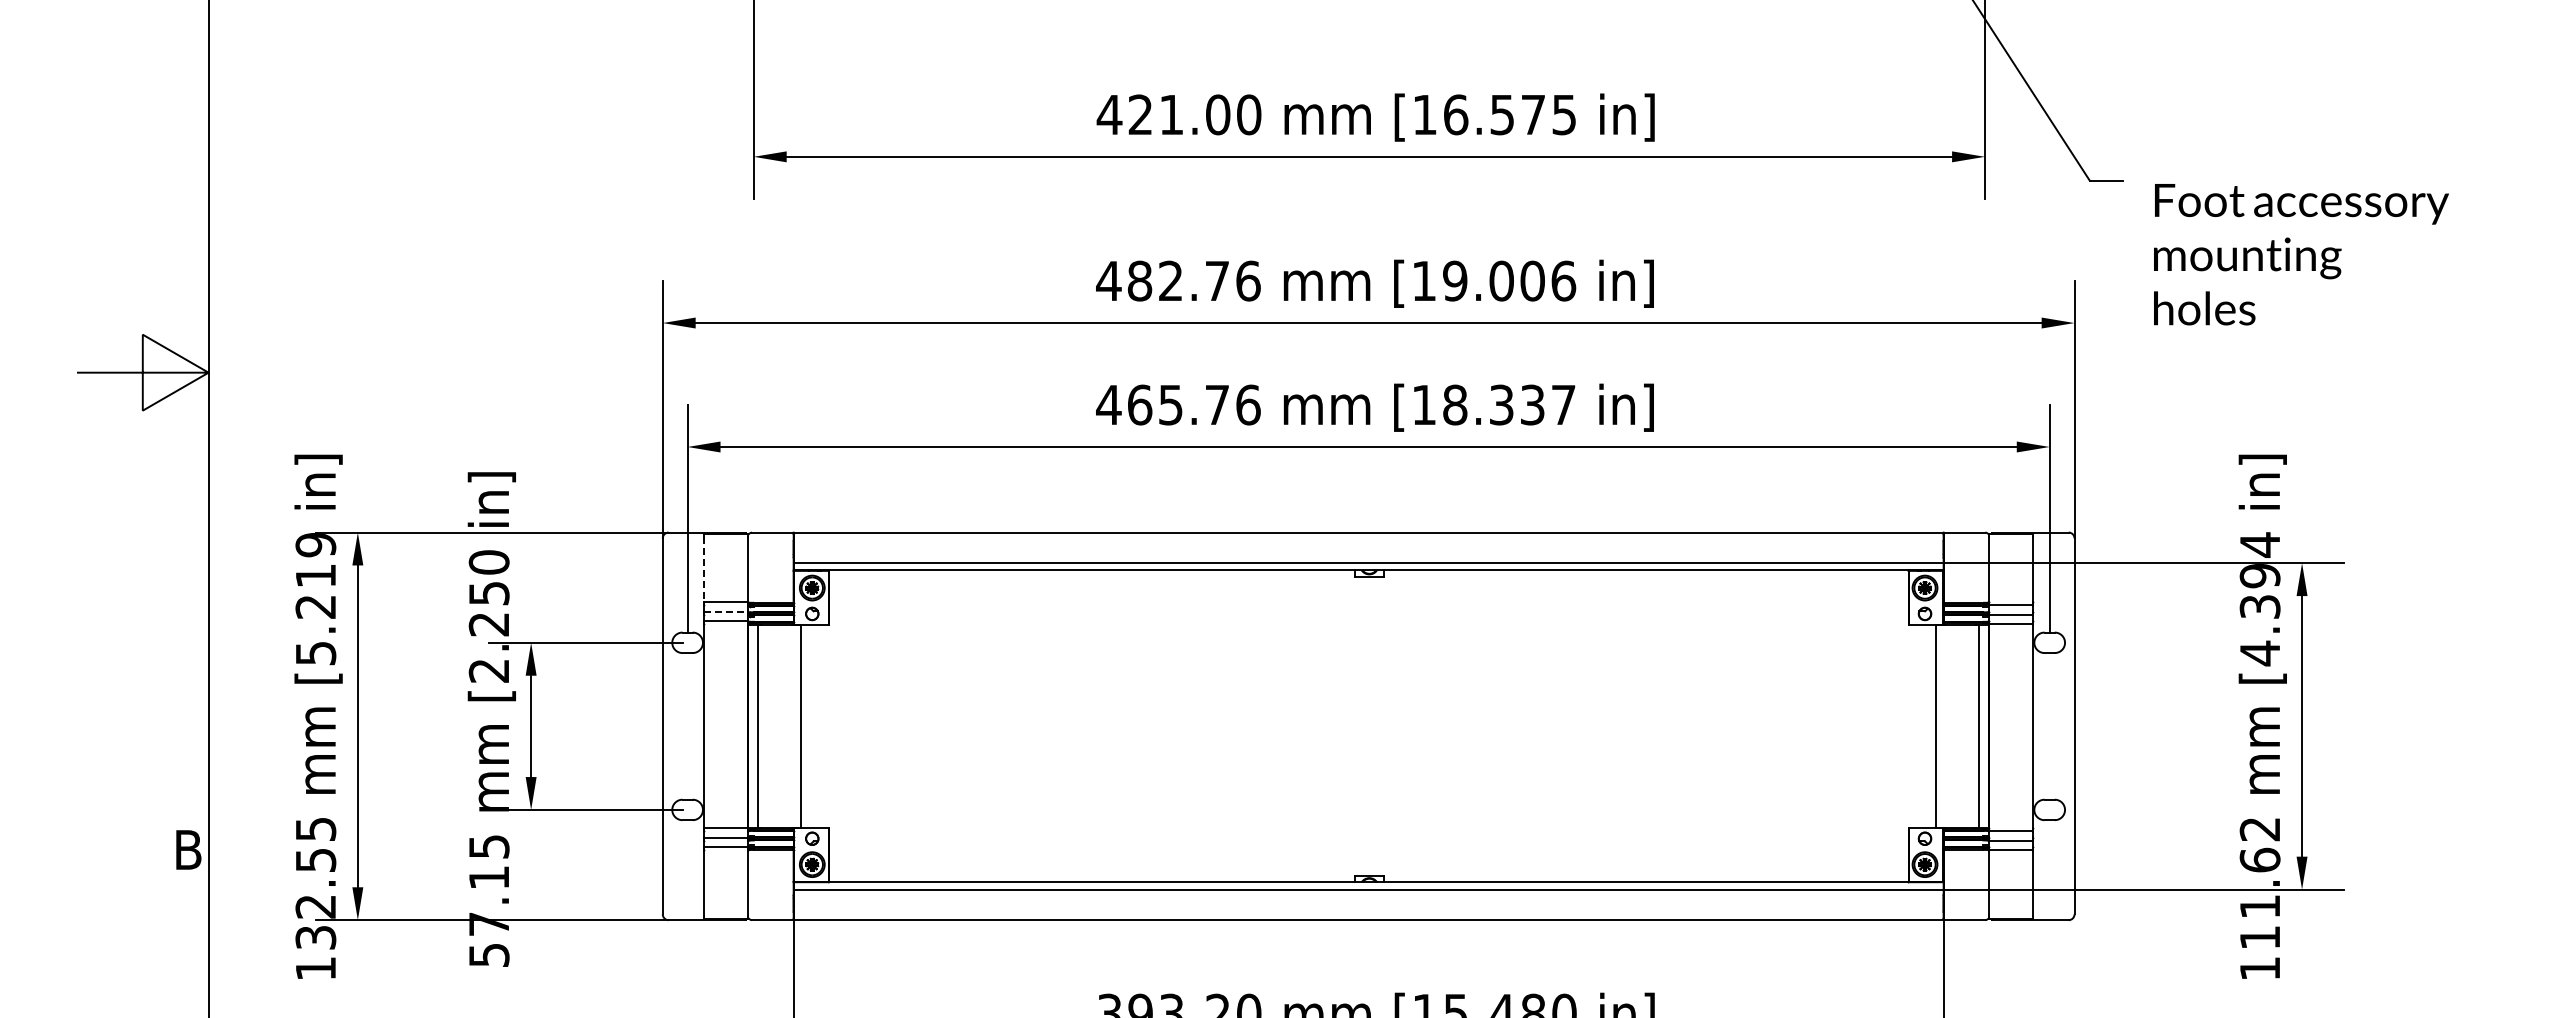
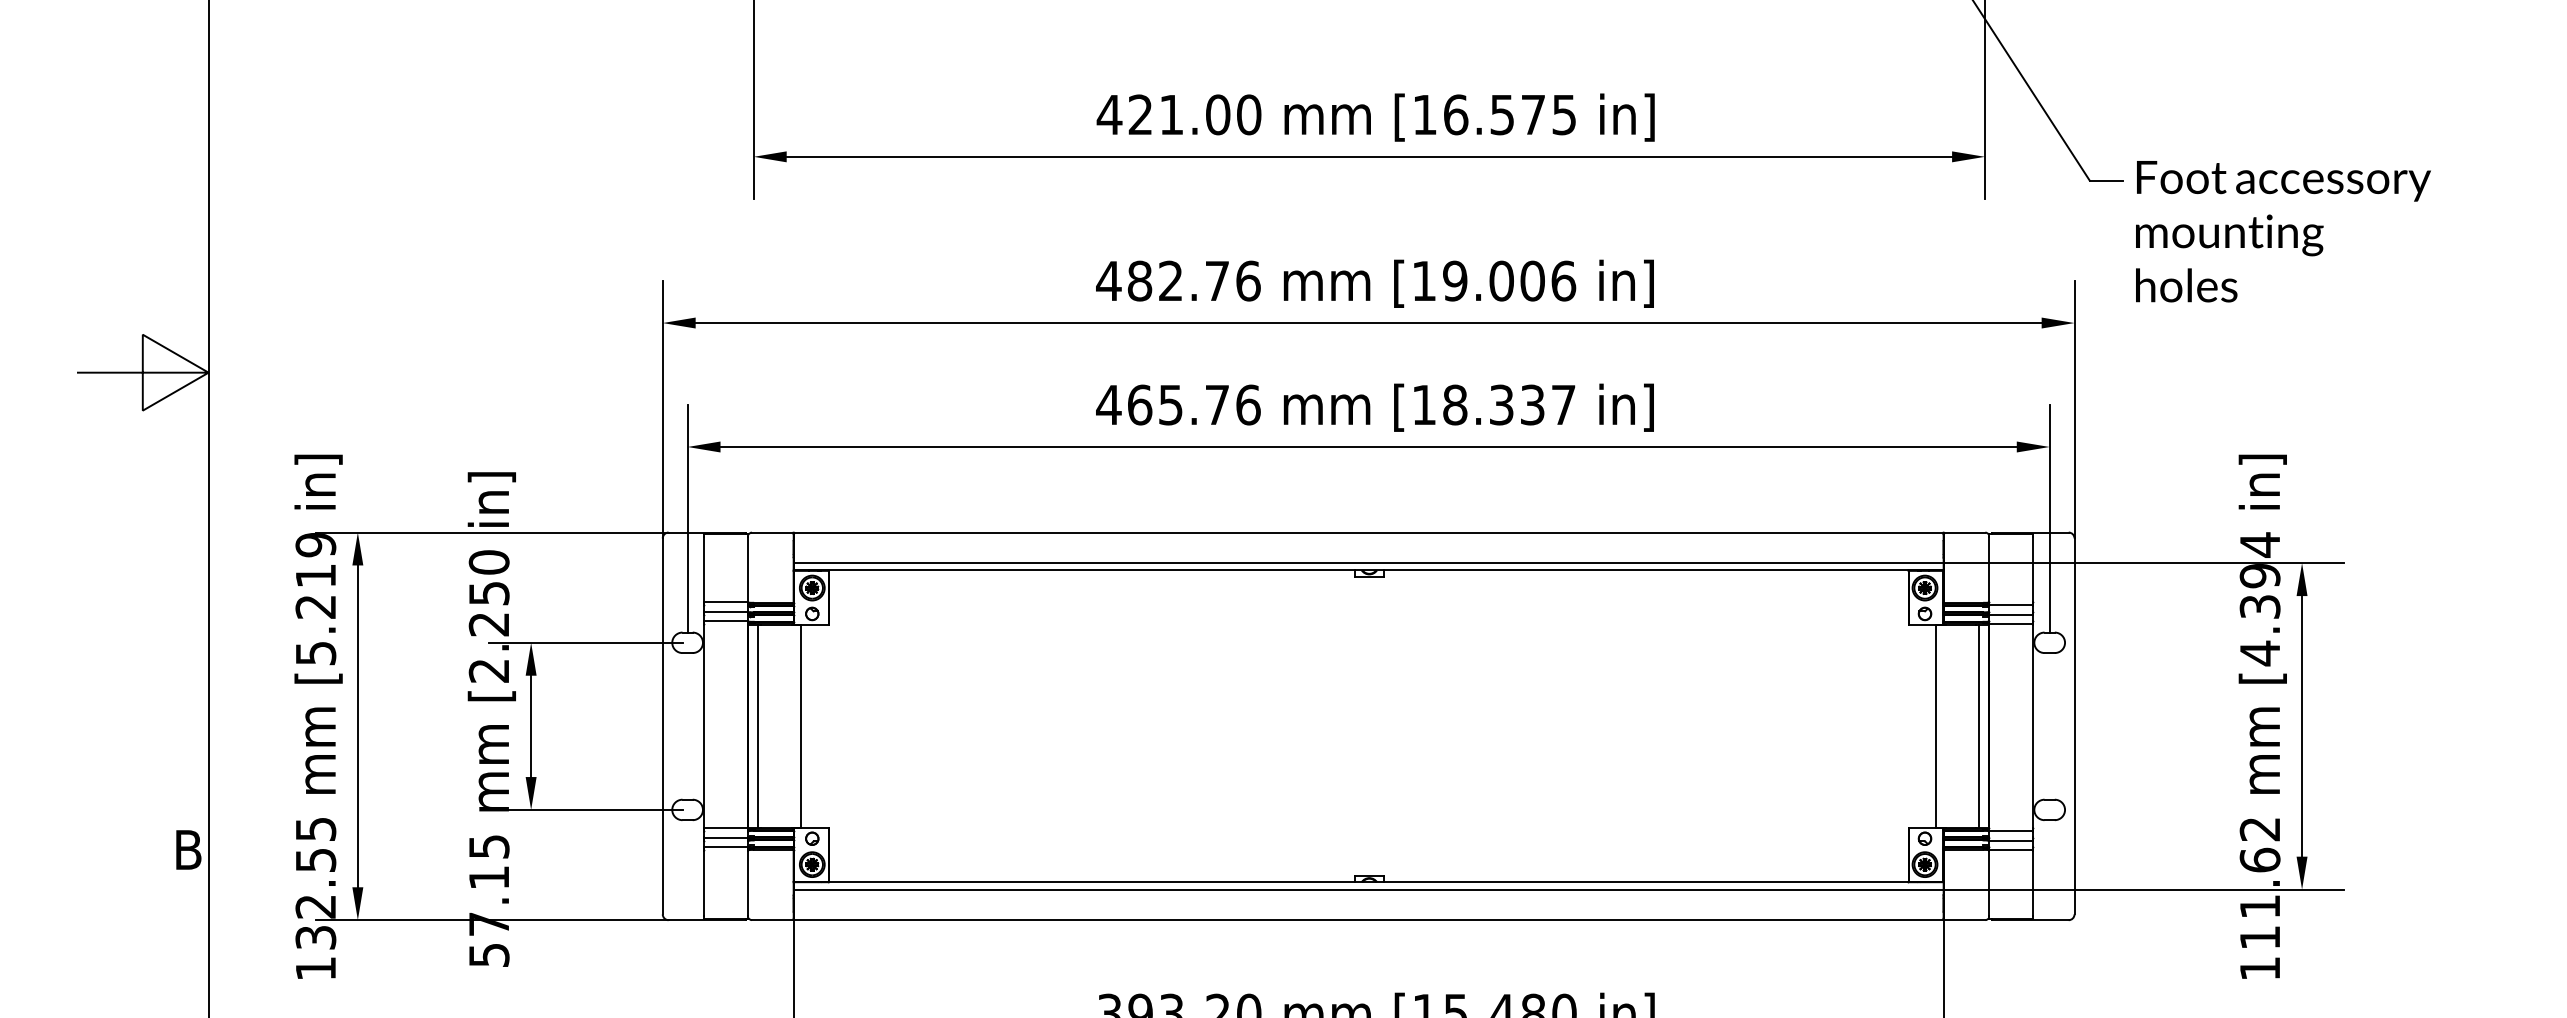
text at (2301, 254) position: (2301, 254) -> (2283, 231)
line at (704, 569): dashed -> solid
line at (726, 611): dashed -> solid
